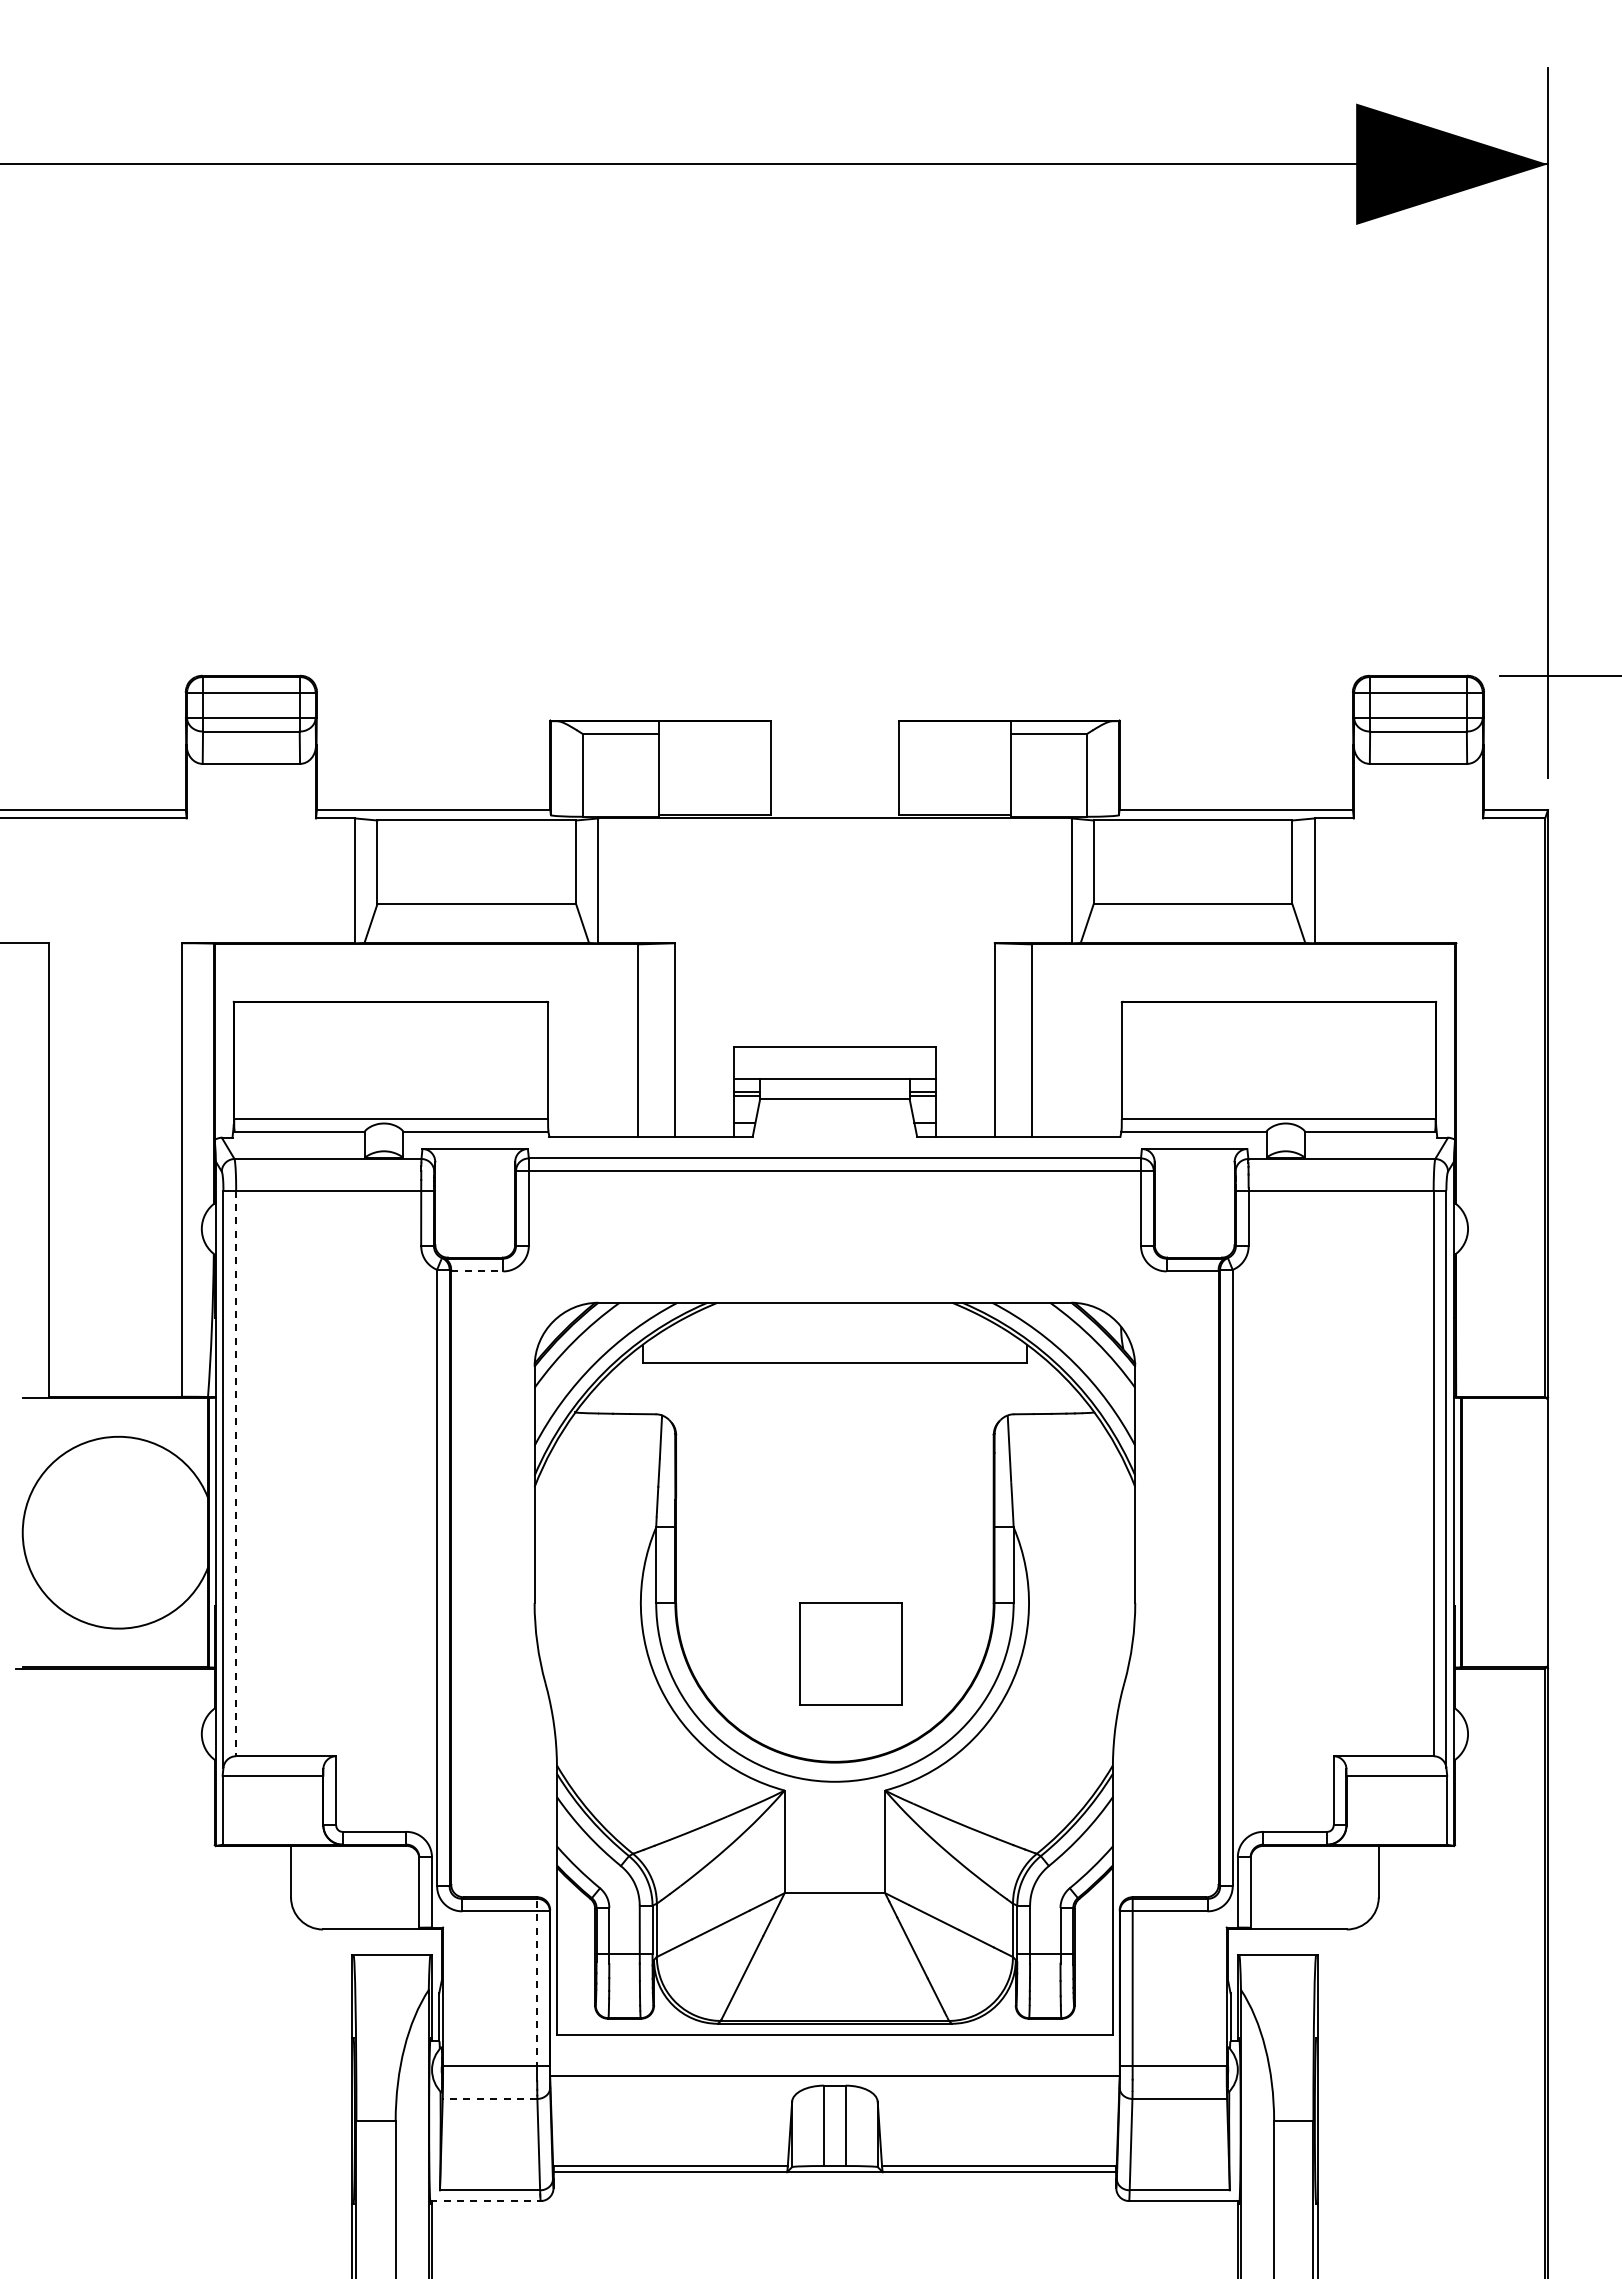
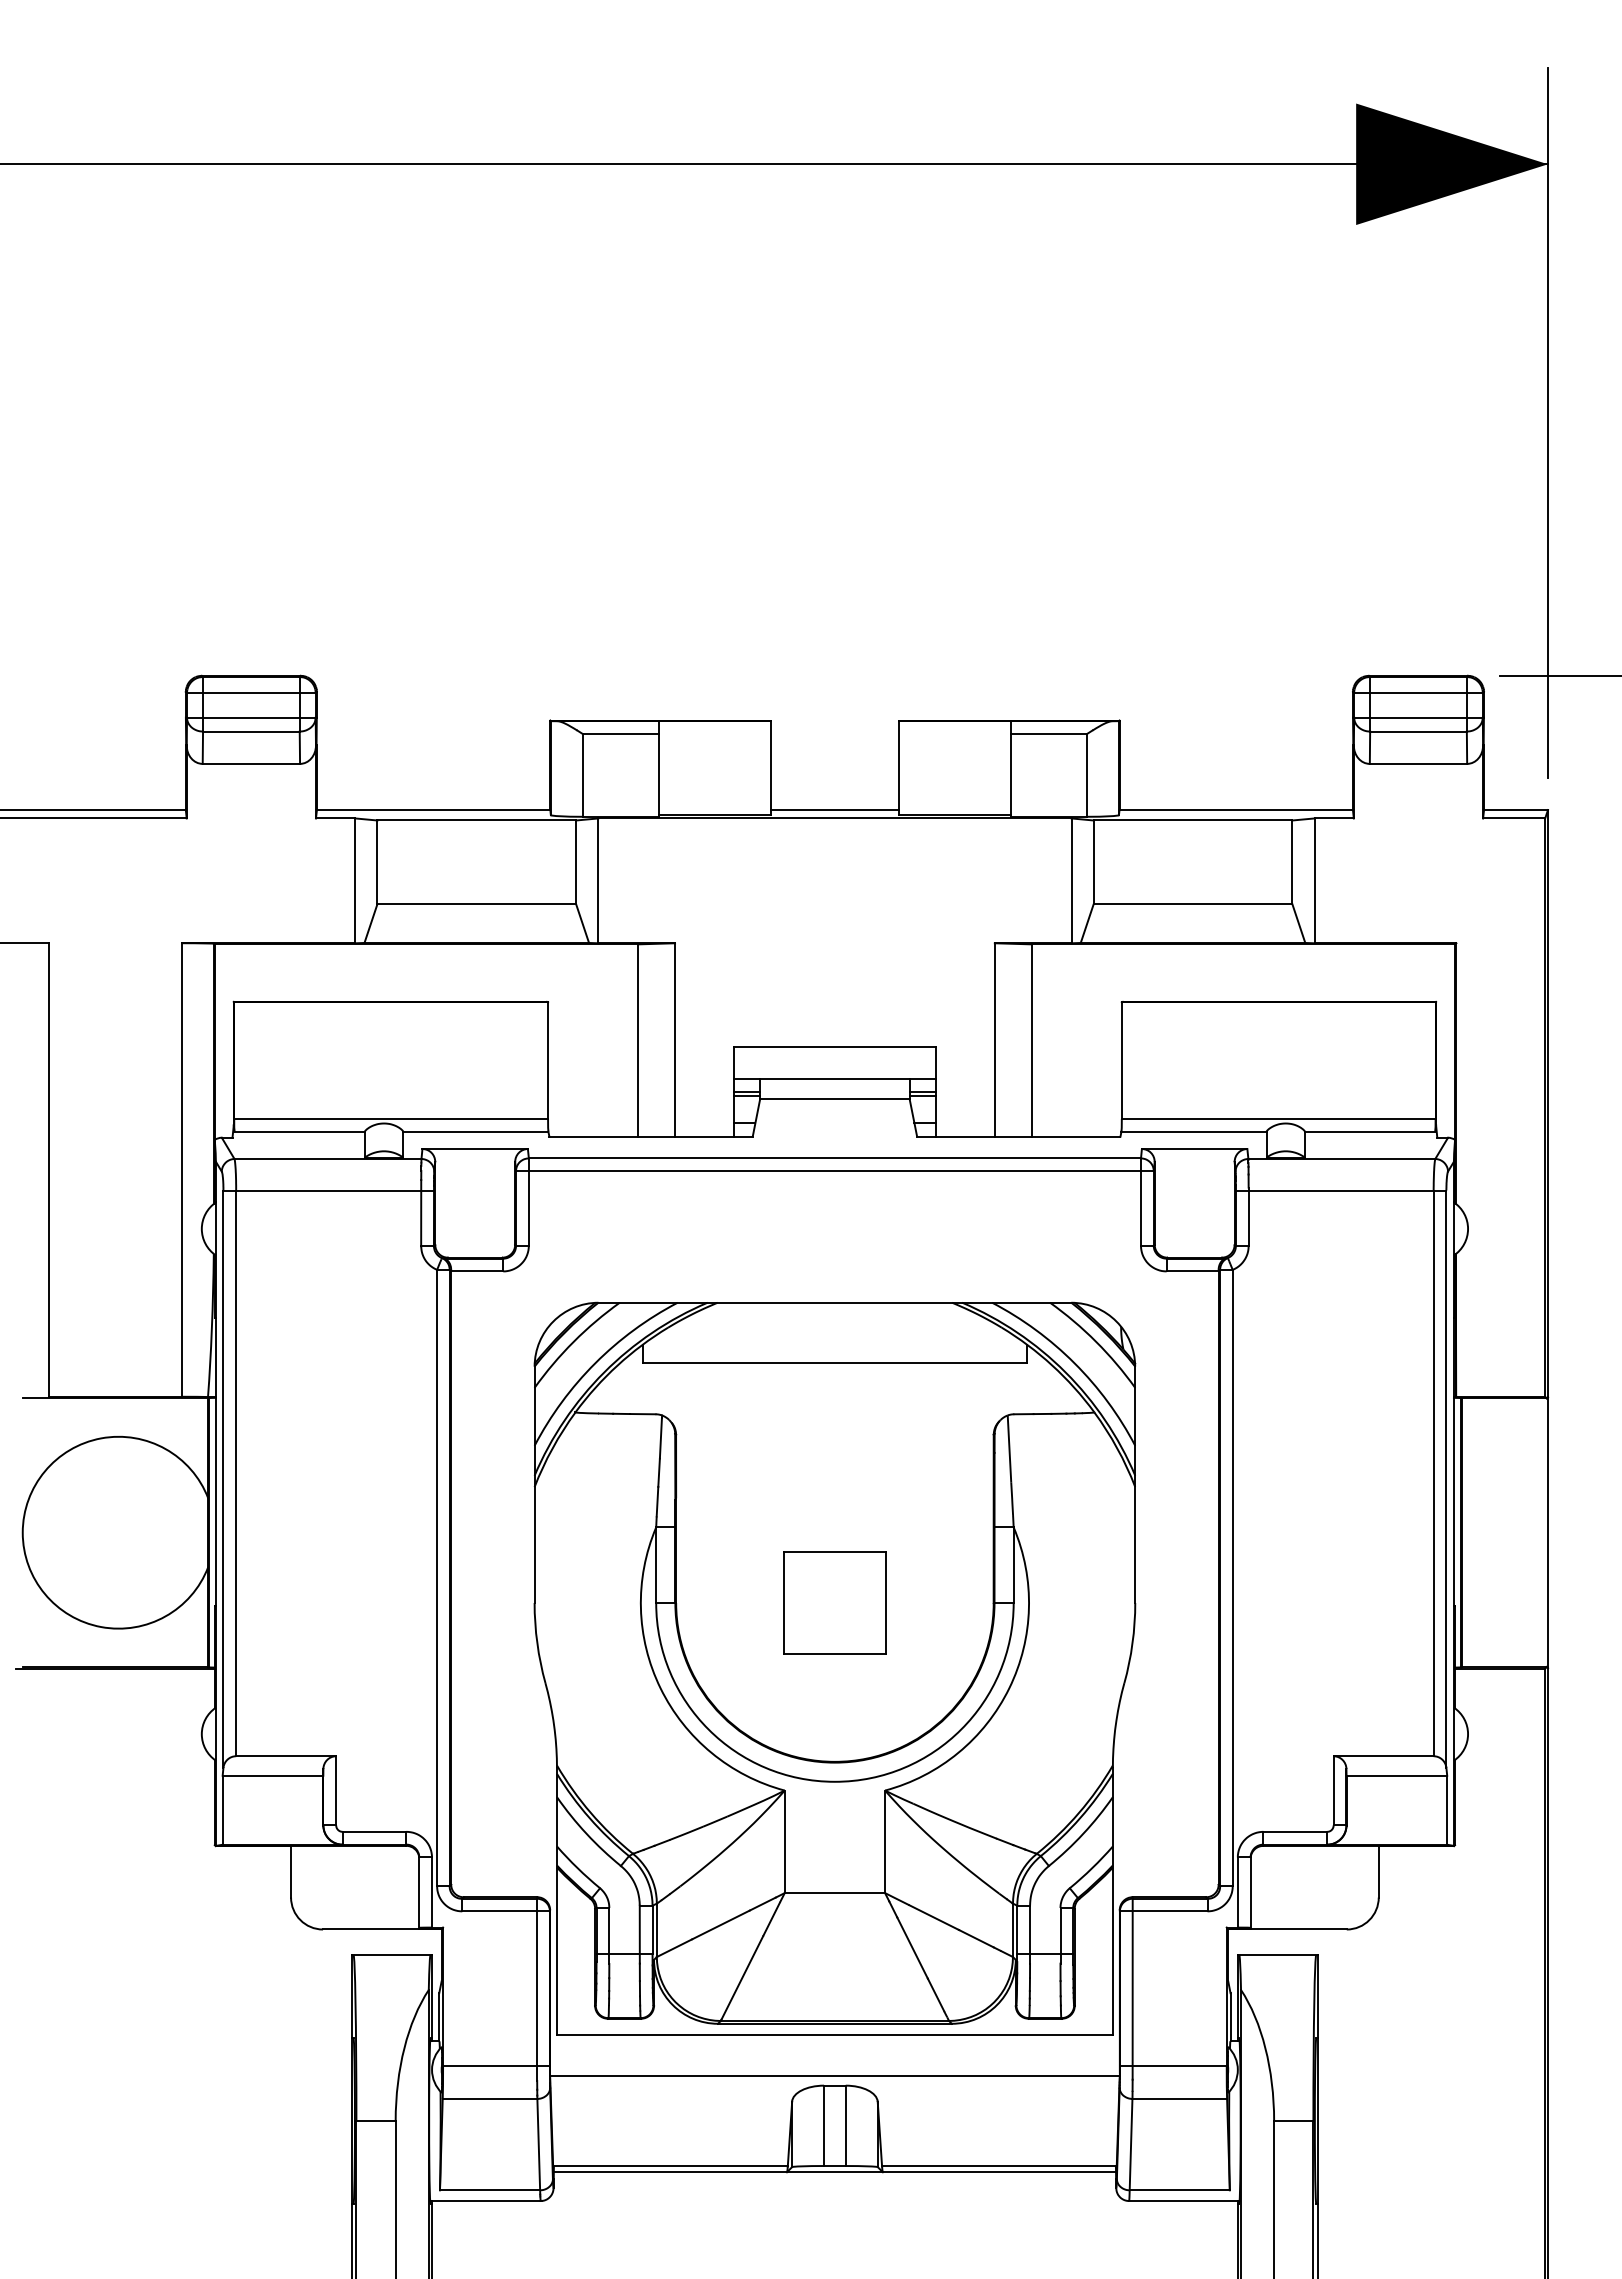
line at (834, 810): none -> present
line at (477, 1271): dashed -> solid
line at (236, 1473): dashed -> solid
part at (850, 1653) position: (850, 1653) -> (834, 1602)
line at (537, 1983): dashed -> solid
line at (489, 2098): dashed -> solid
line at (486, 2201): dashed -> solid
